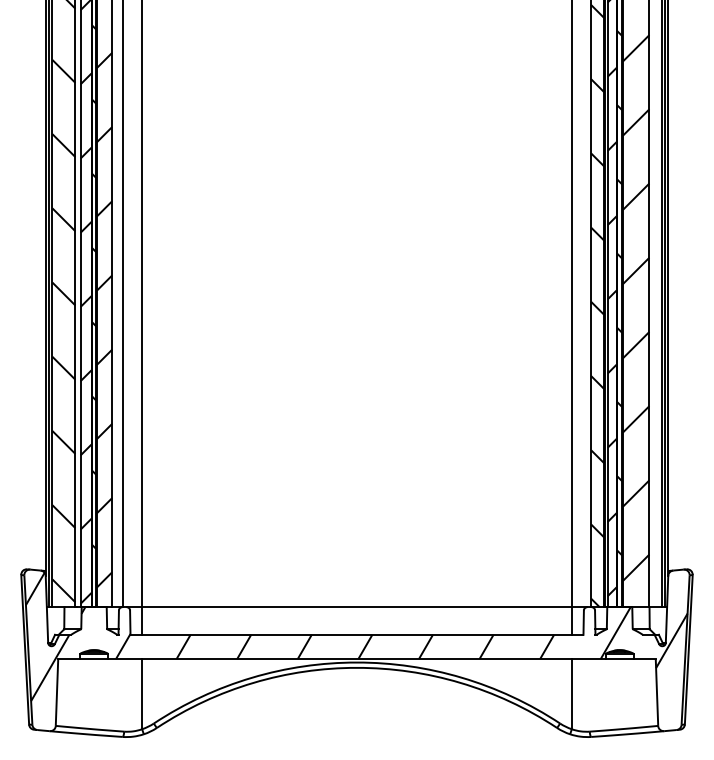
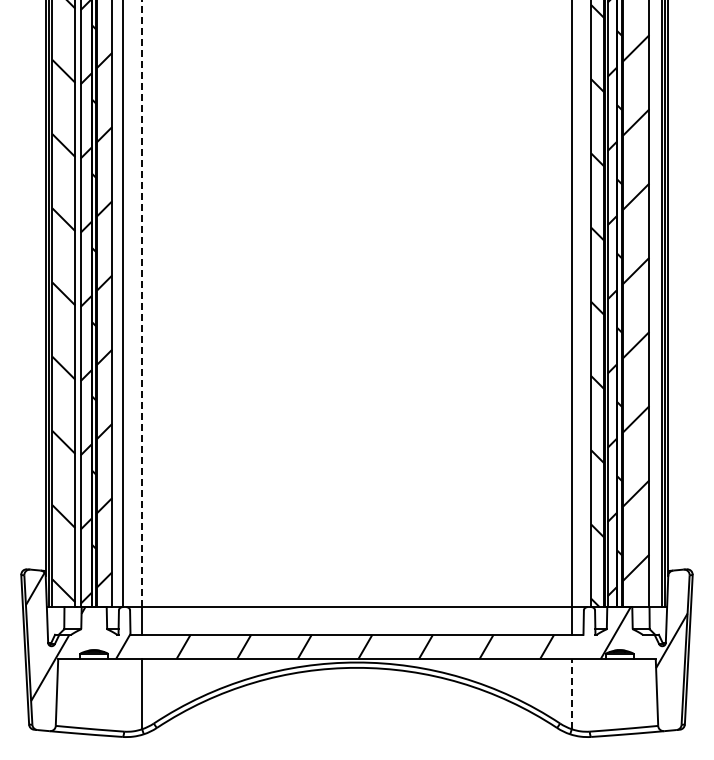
line at (142, 303): solid -> dashed
line at (571, 693): solid -> dashed
